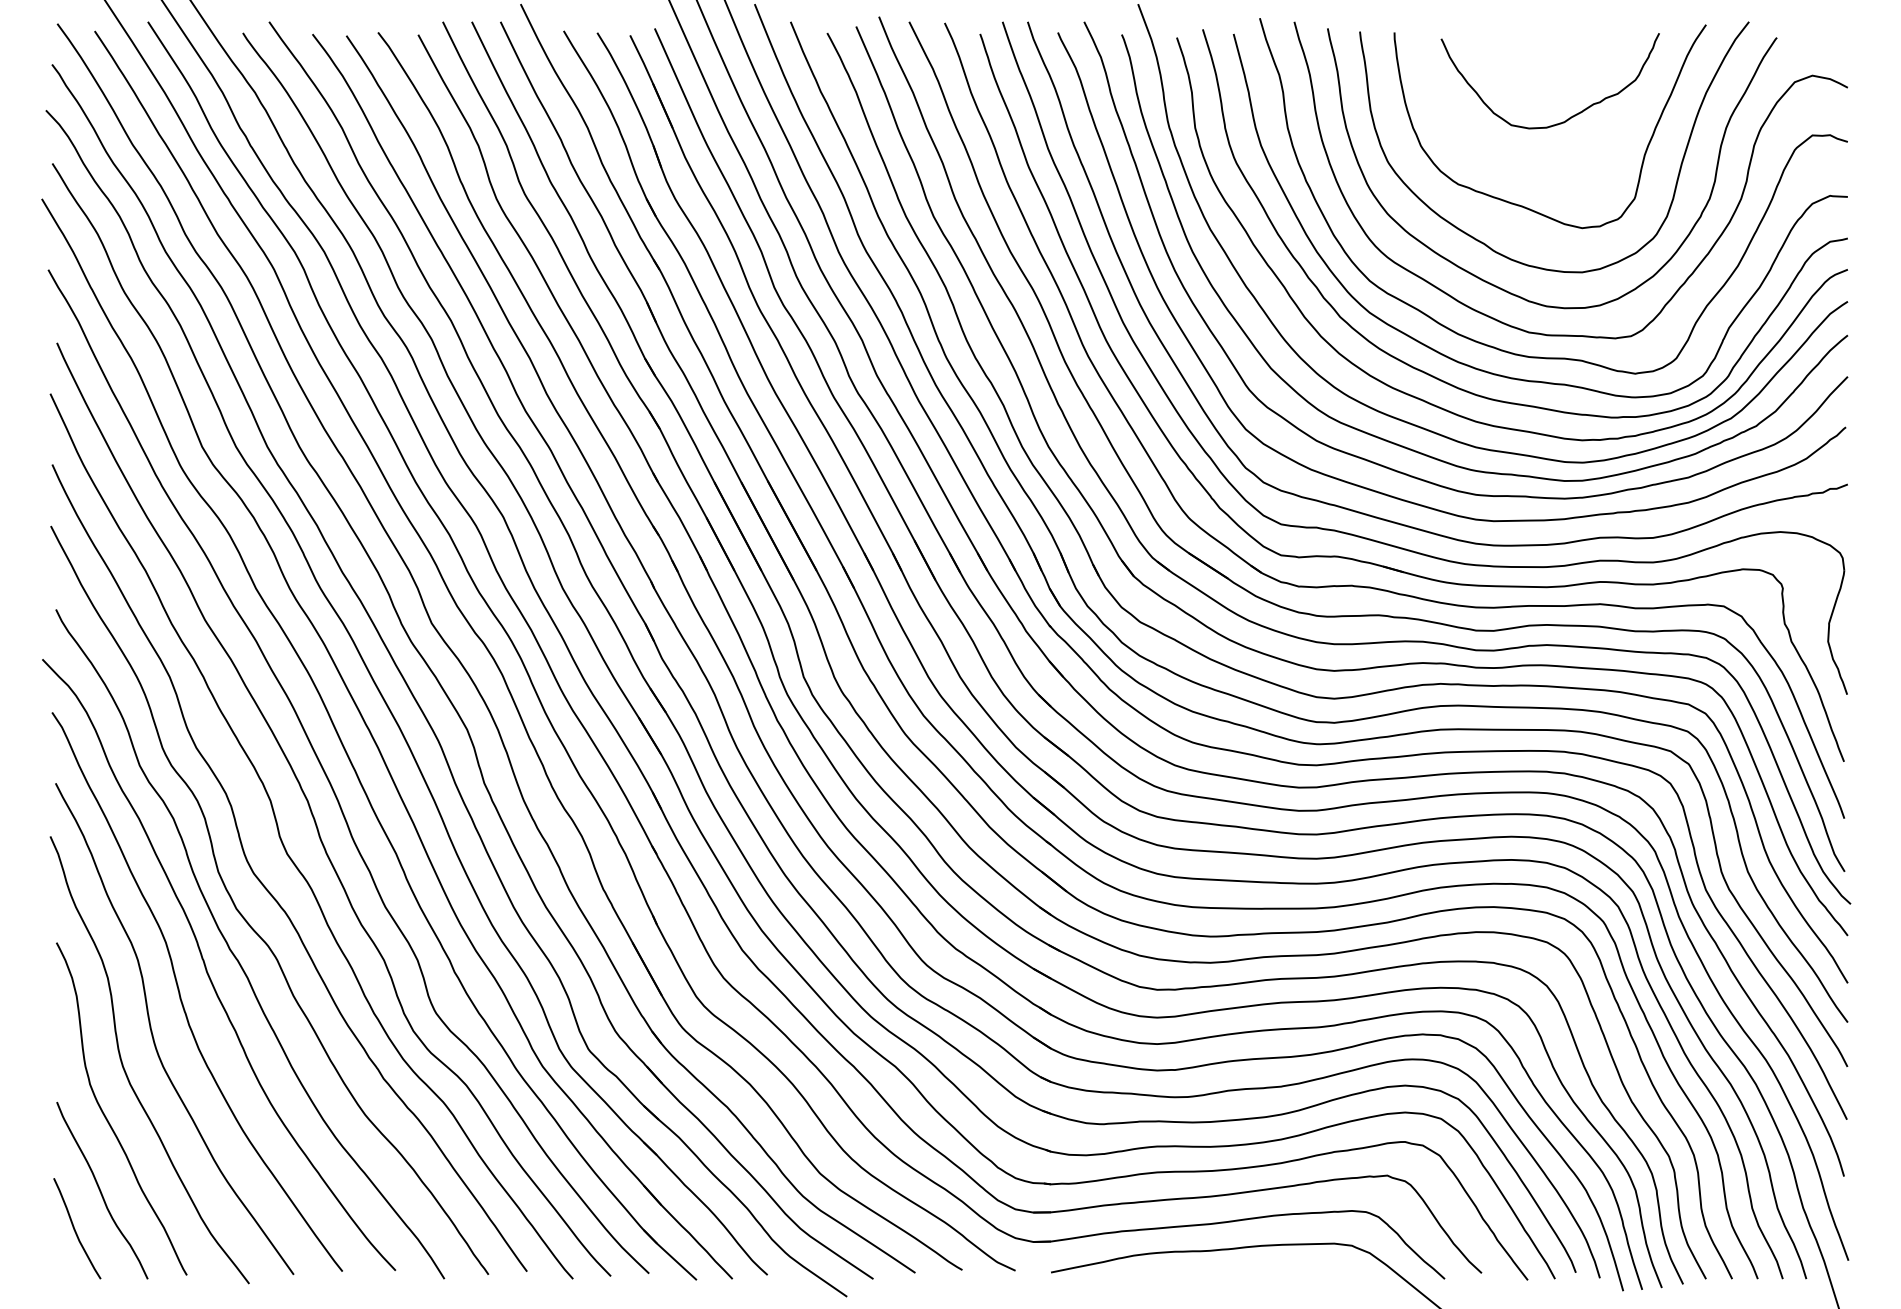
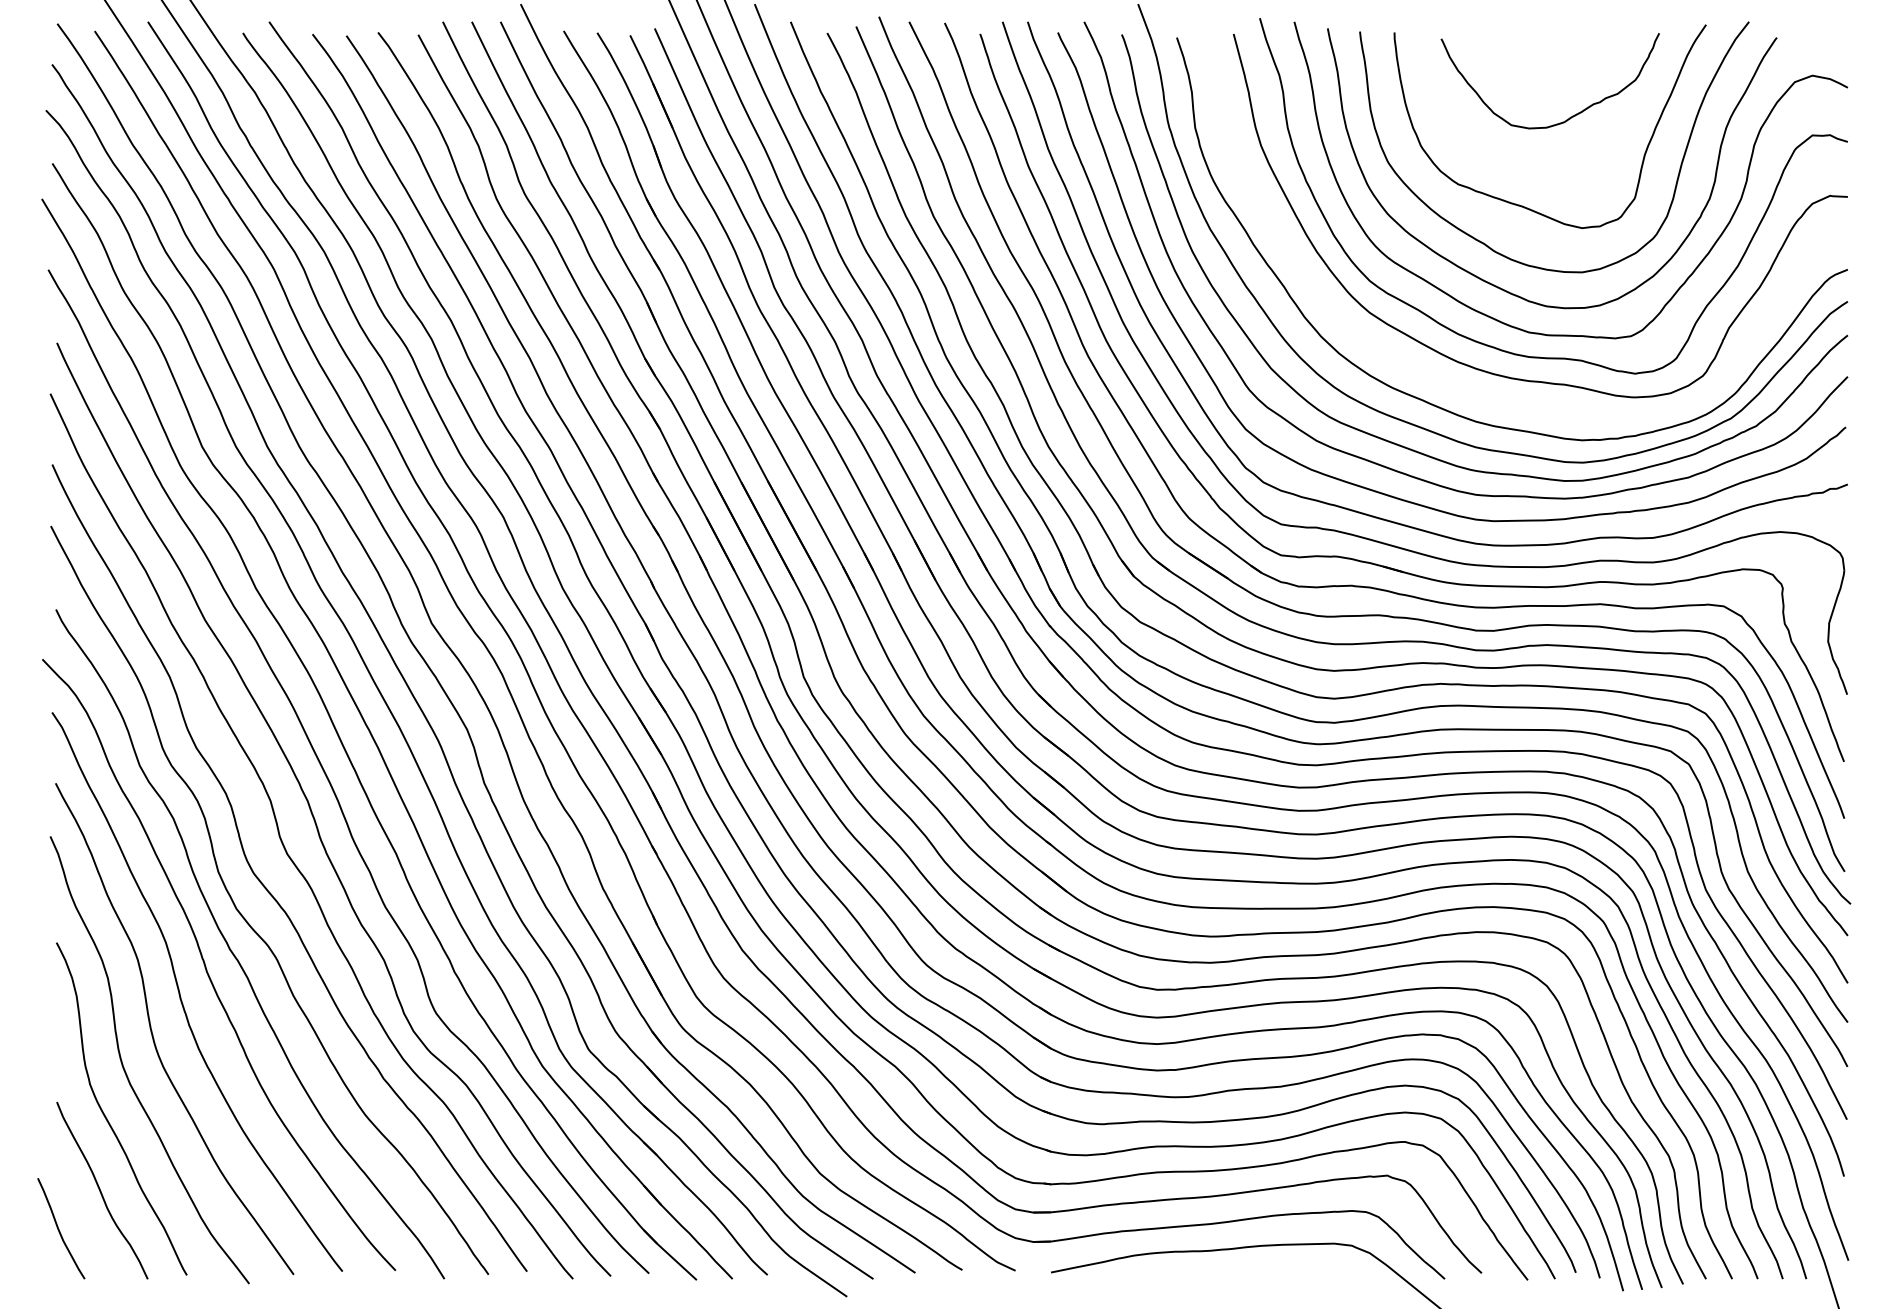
curve at (1446, 381): present -> none
curve at (75, 1229) position: (75, 1229) -> (59, 1229)
